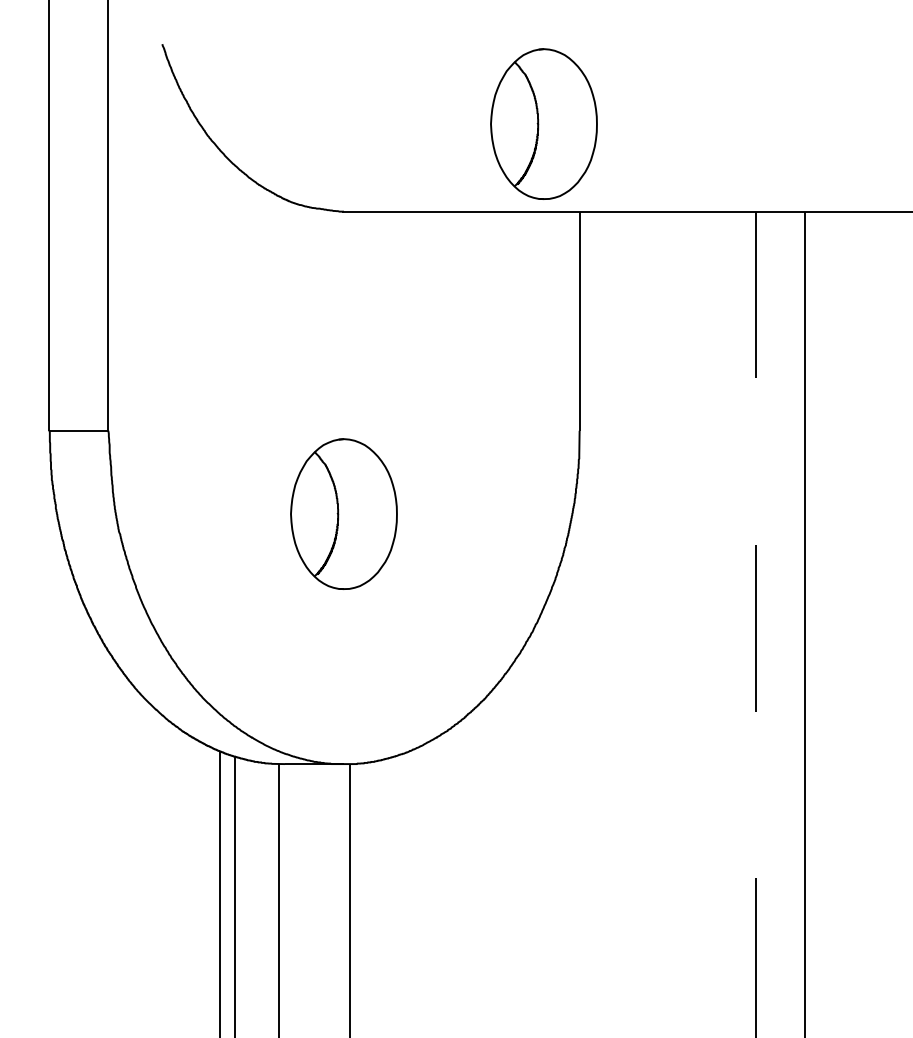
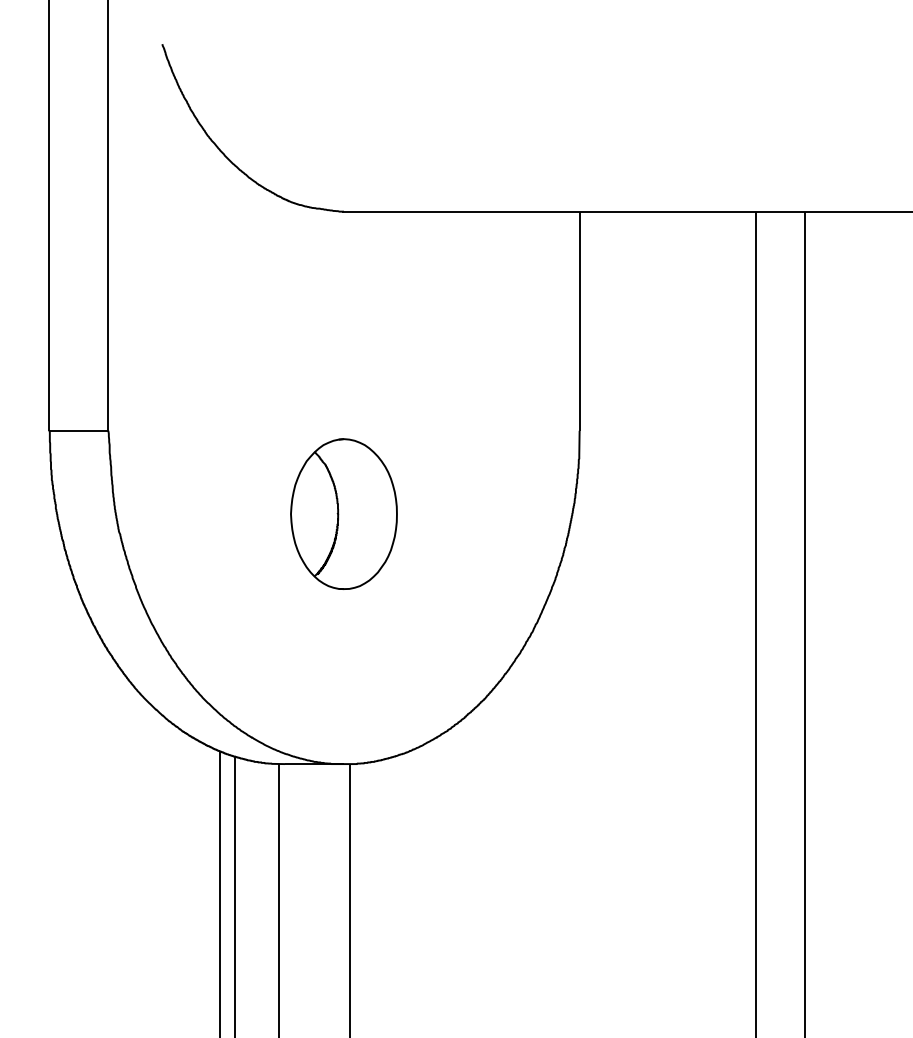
part at (543, 123): present -> none
line at (756, 624): dashed -> solid
